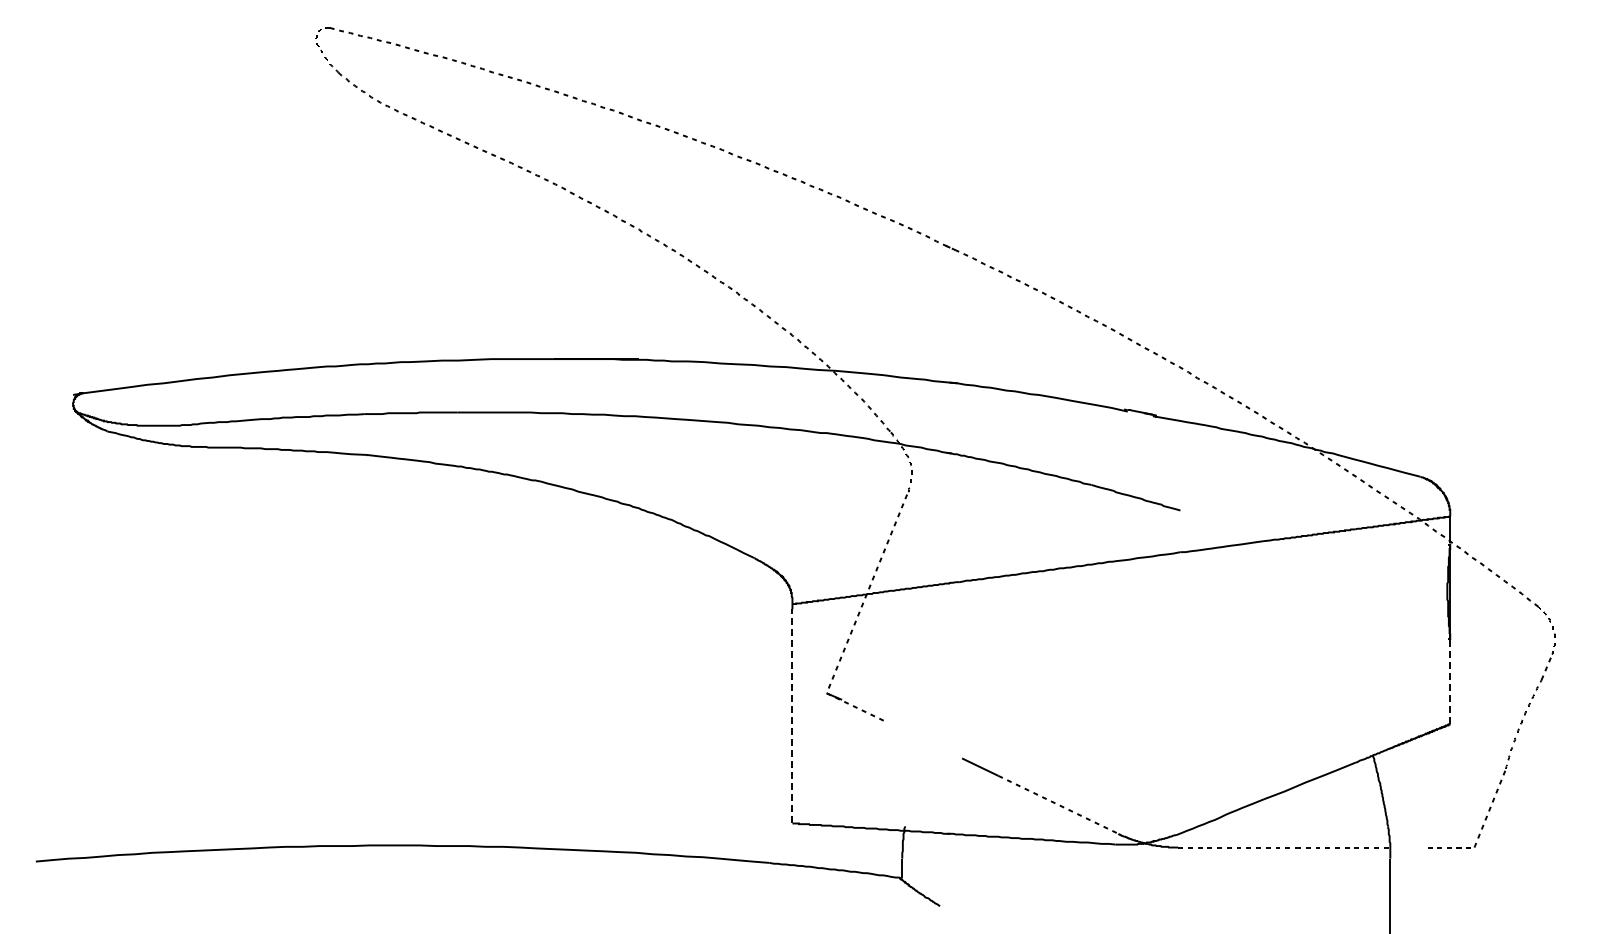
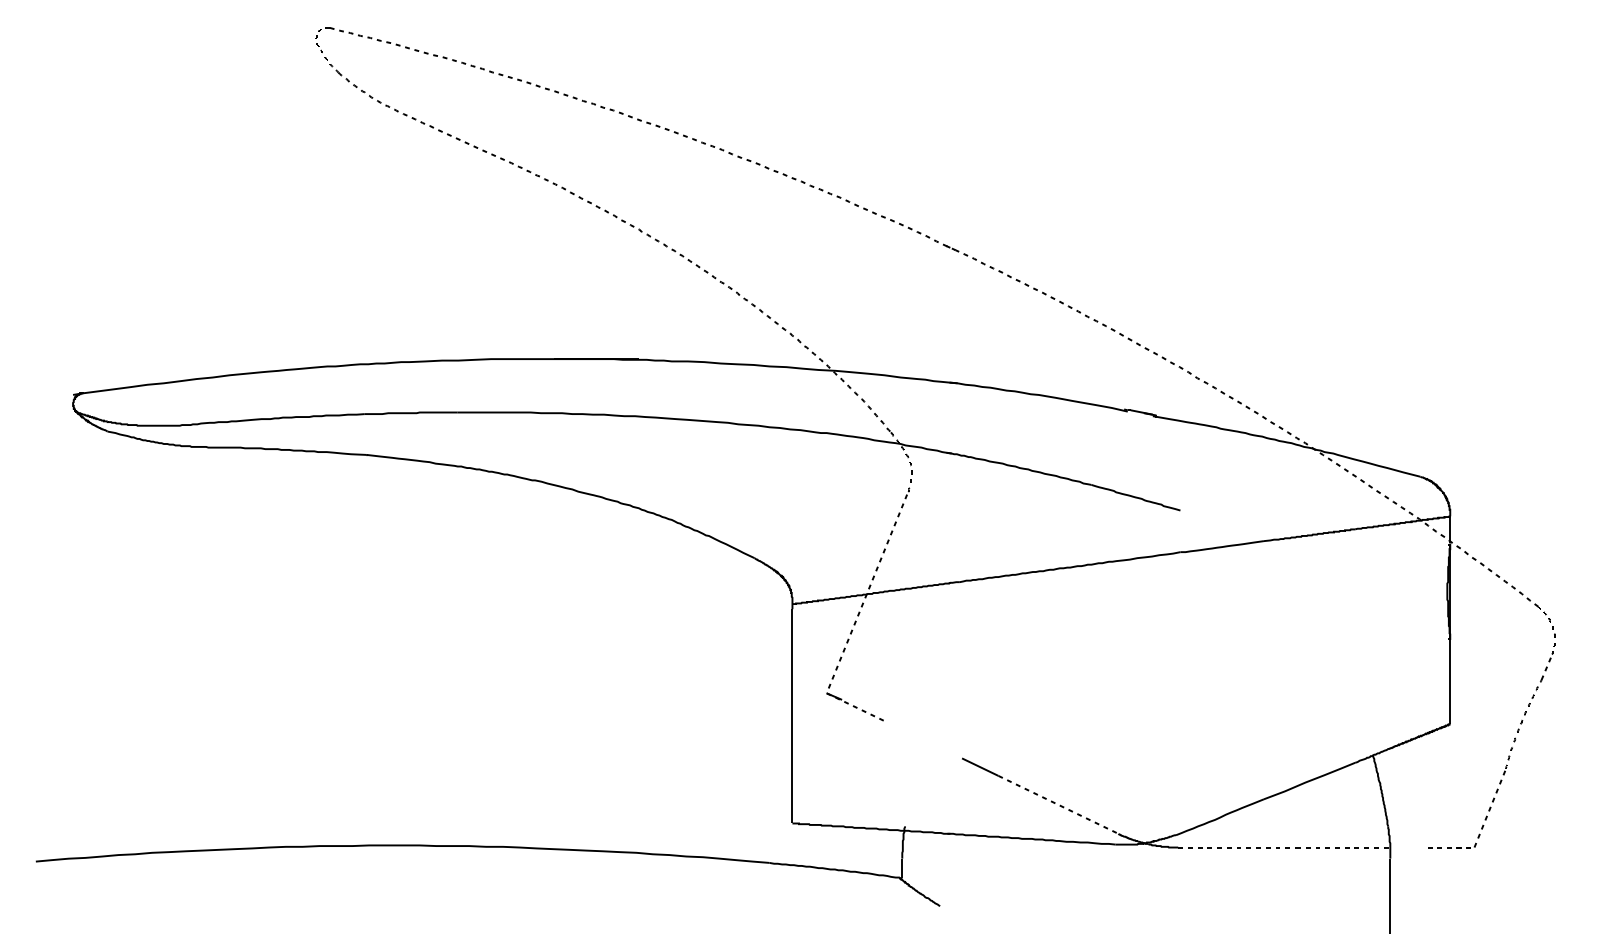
line at (1450, 682): dashed -> solid
line at (792, 715): dashed -> solid
